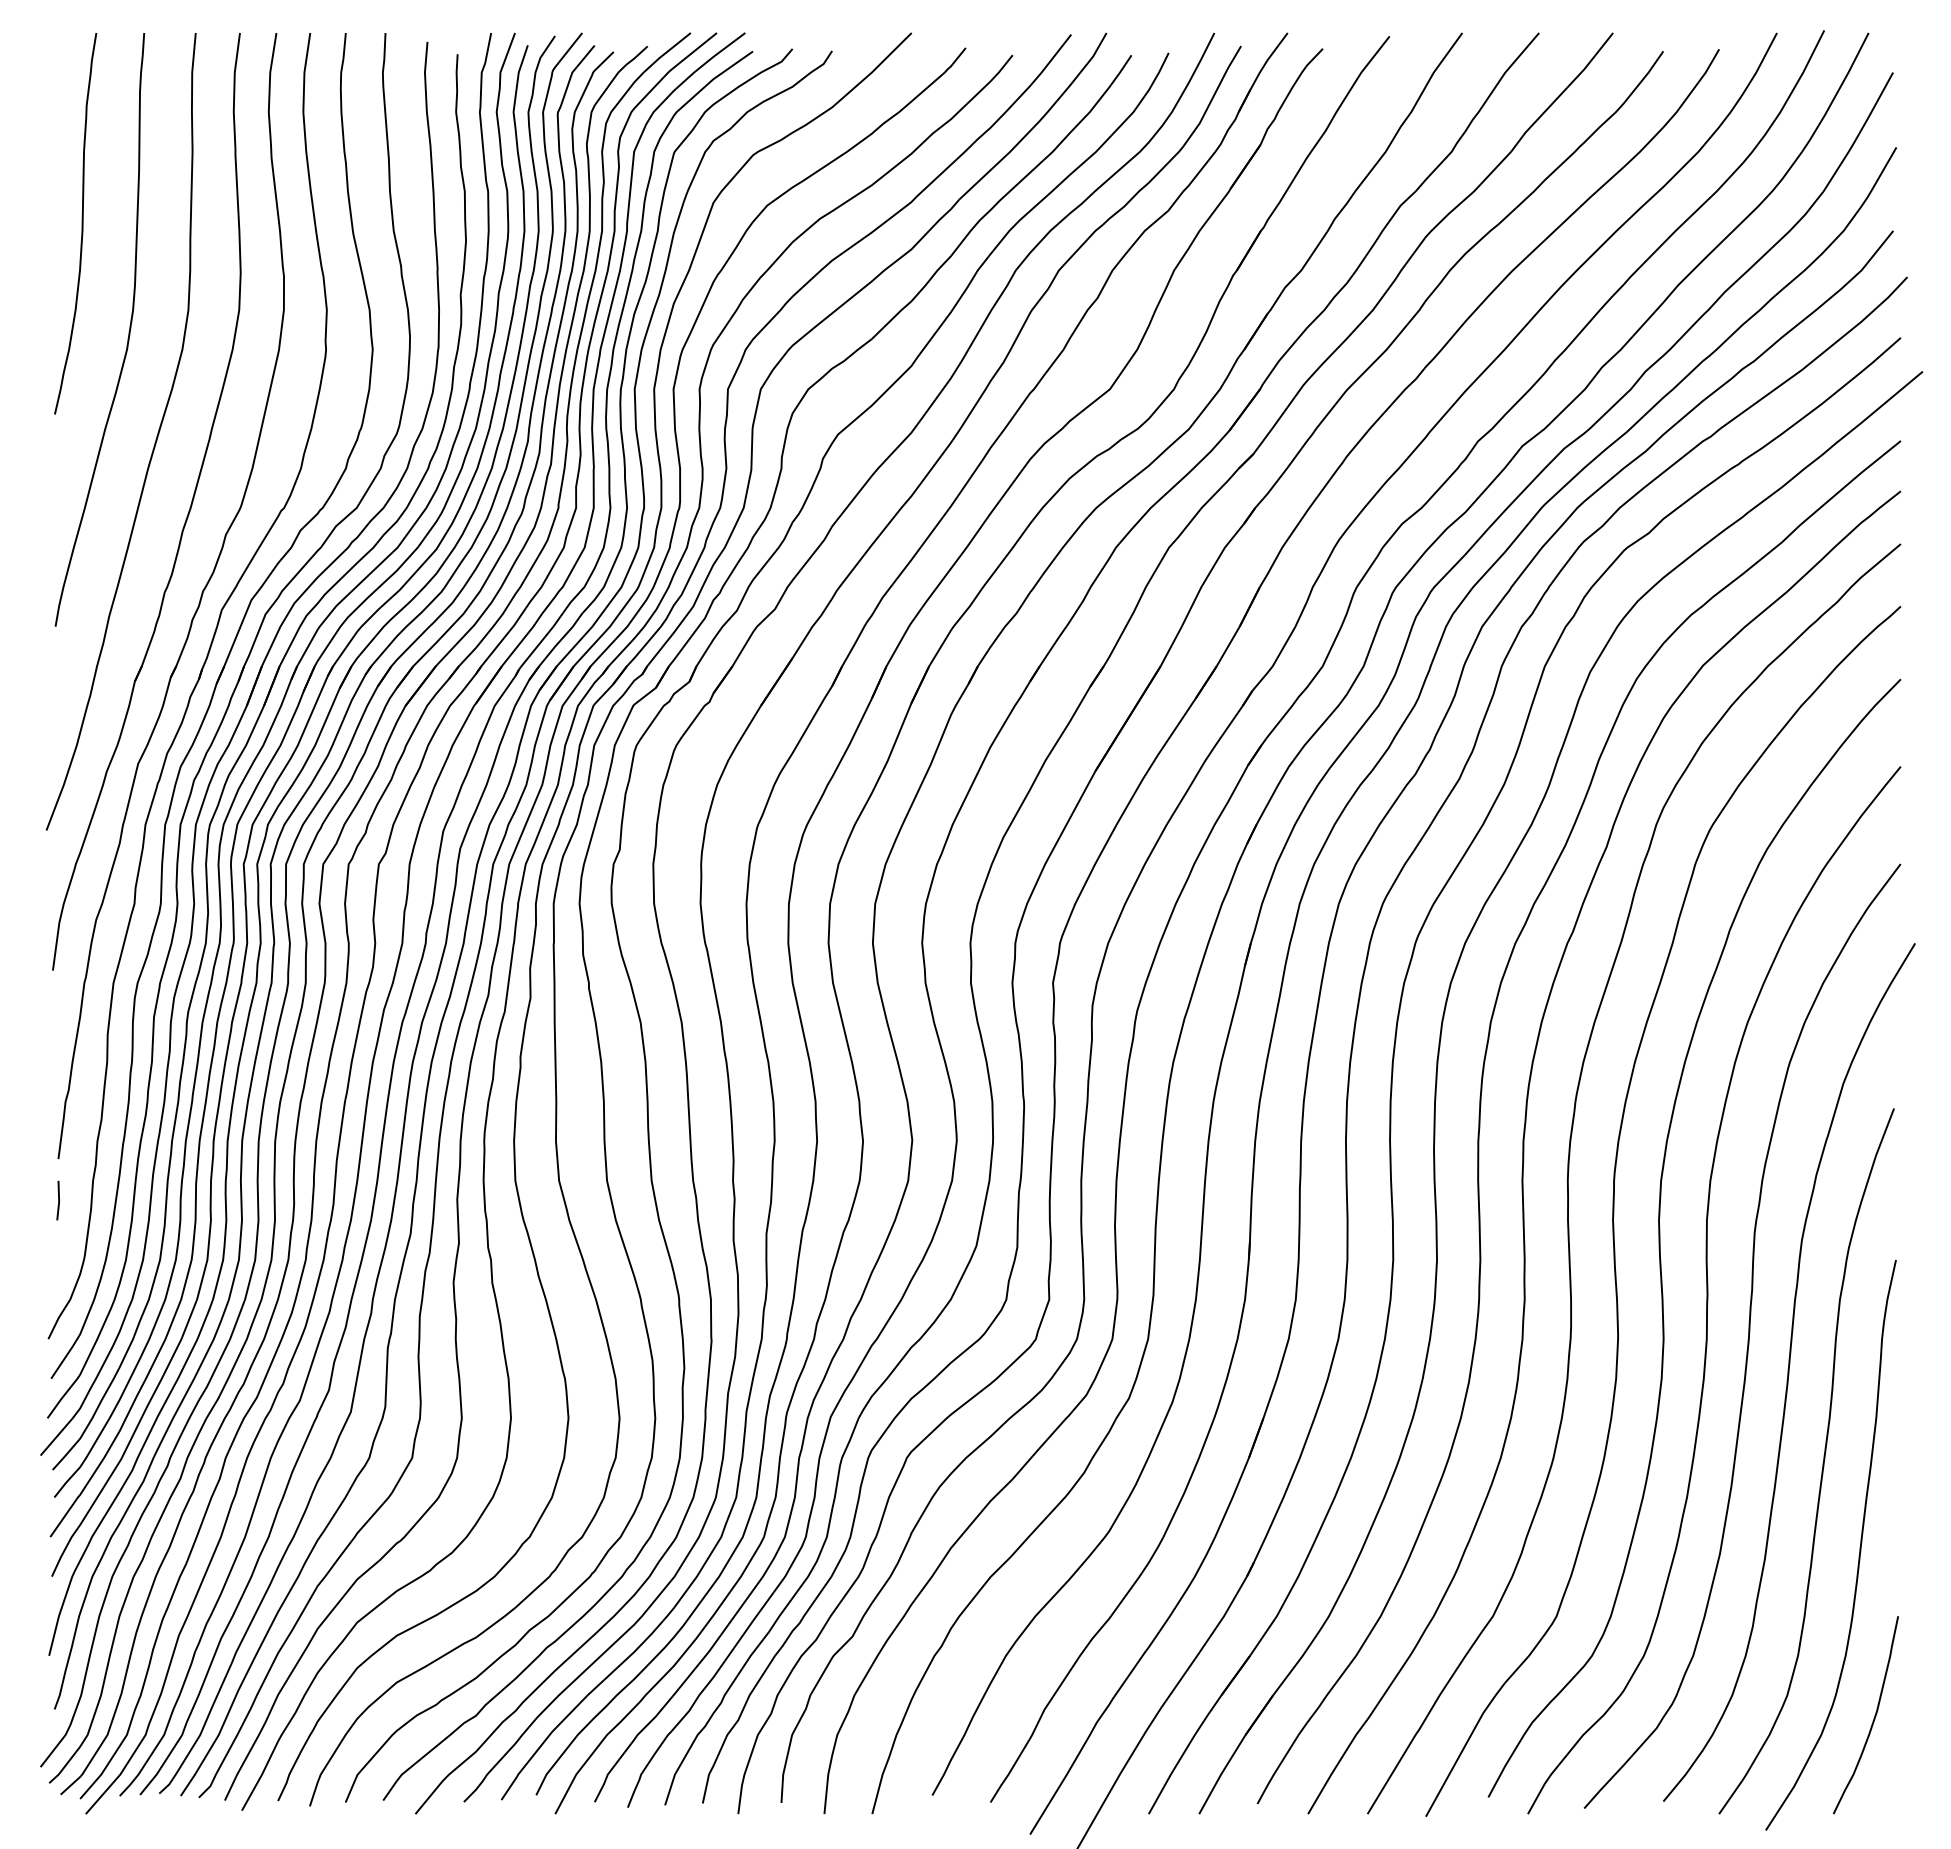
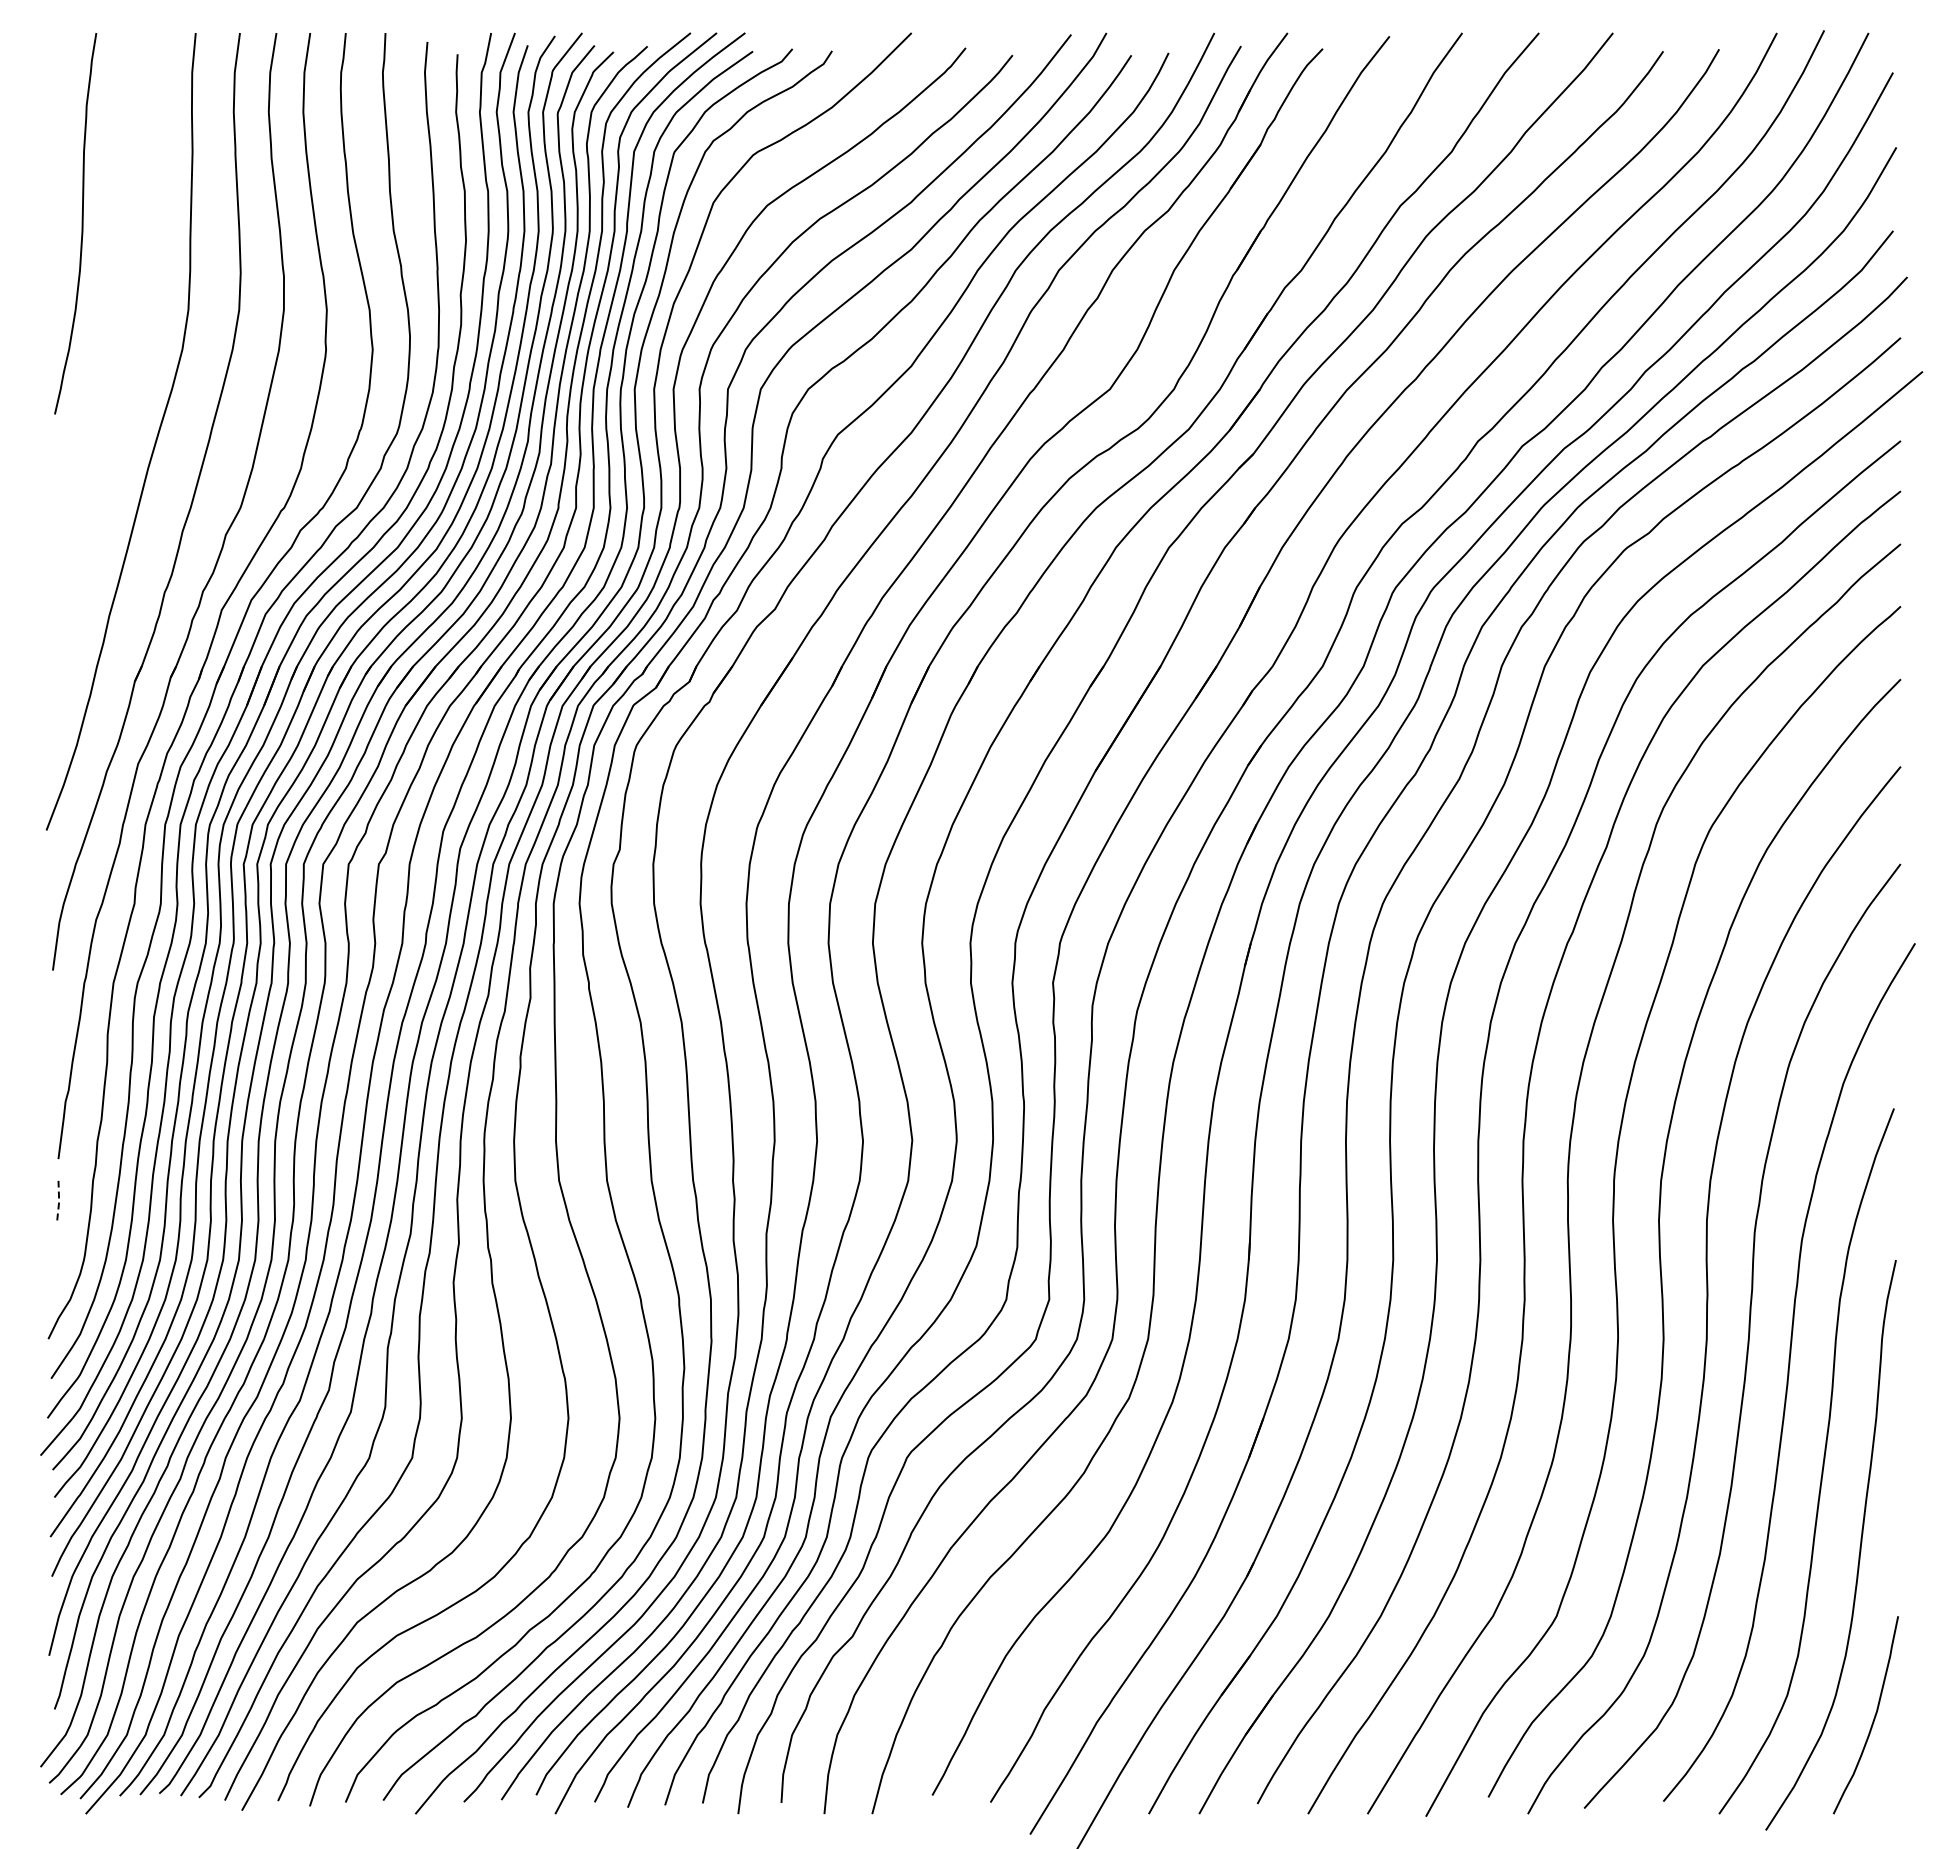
curve at (128, 331): present -> none
line at (59, 1200): solid -> dashed
